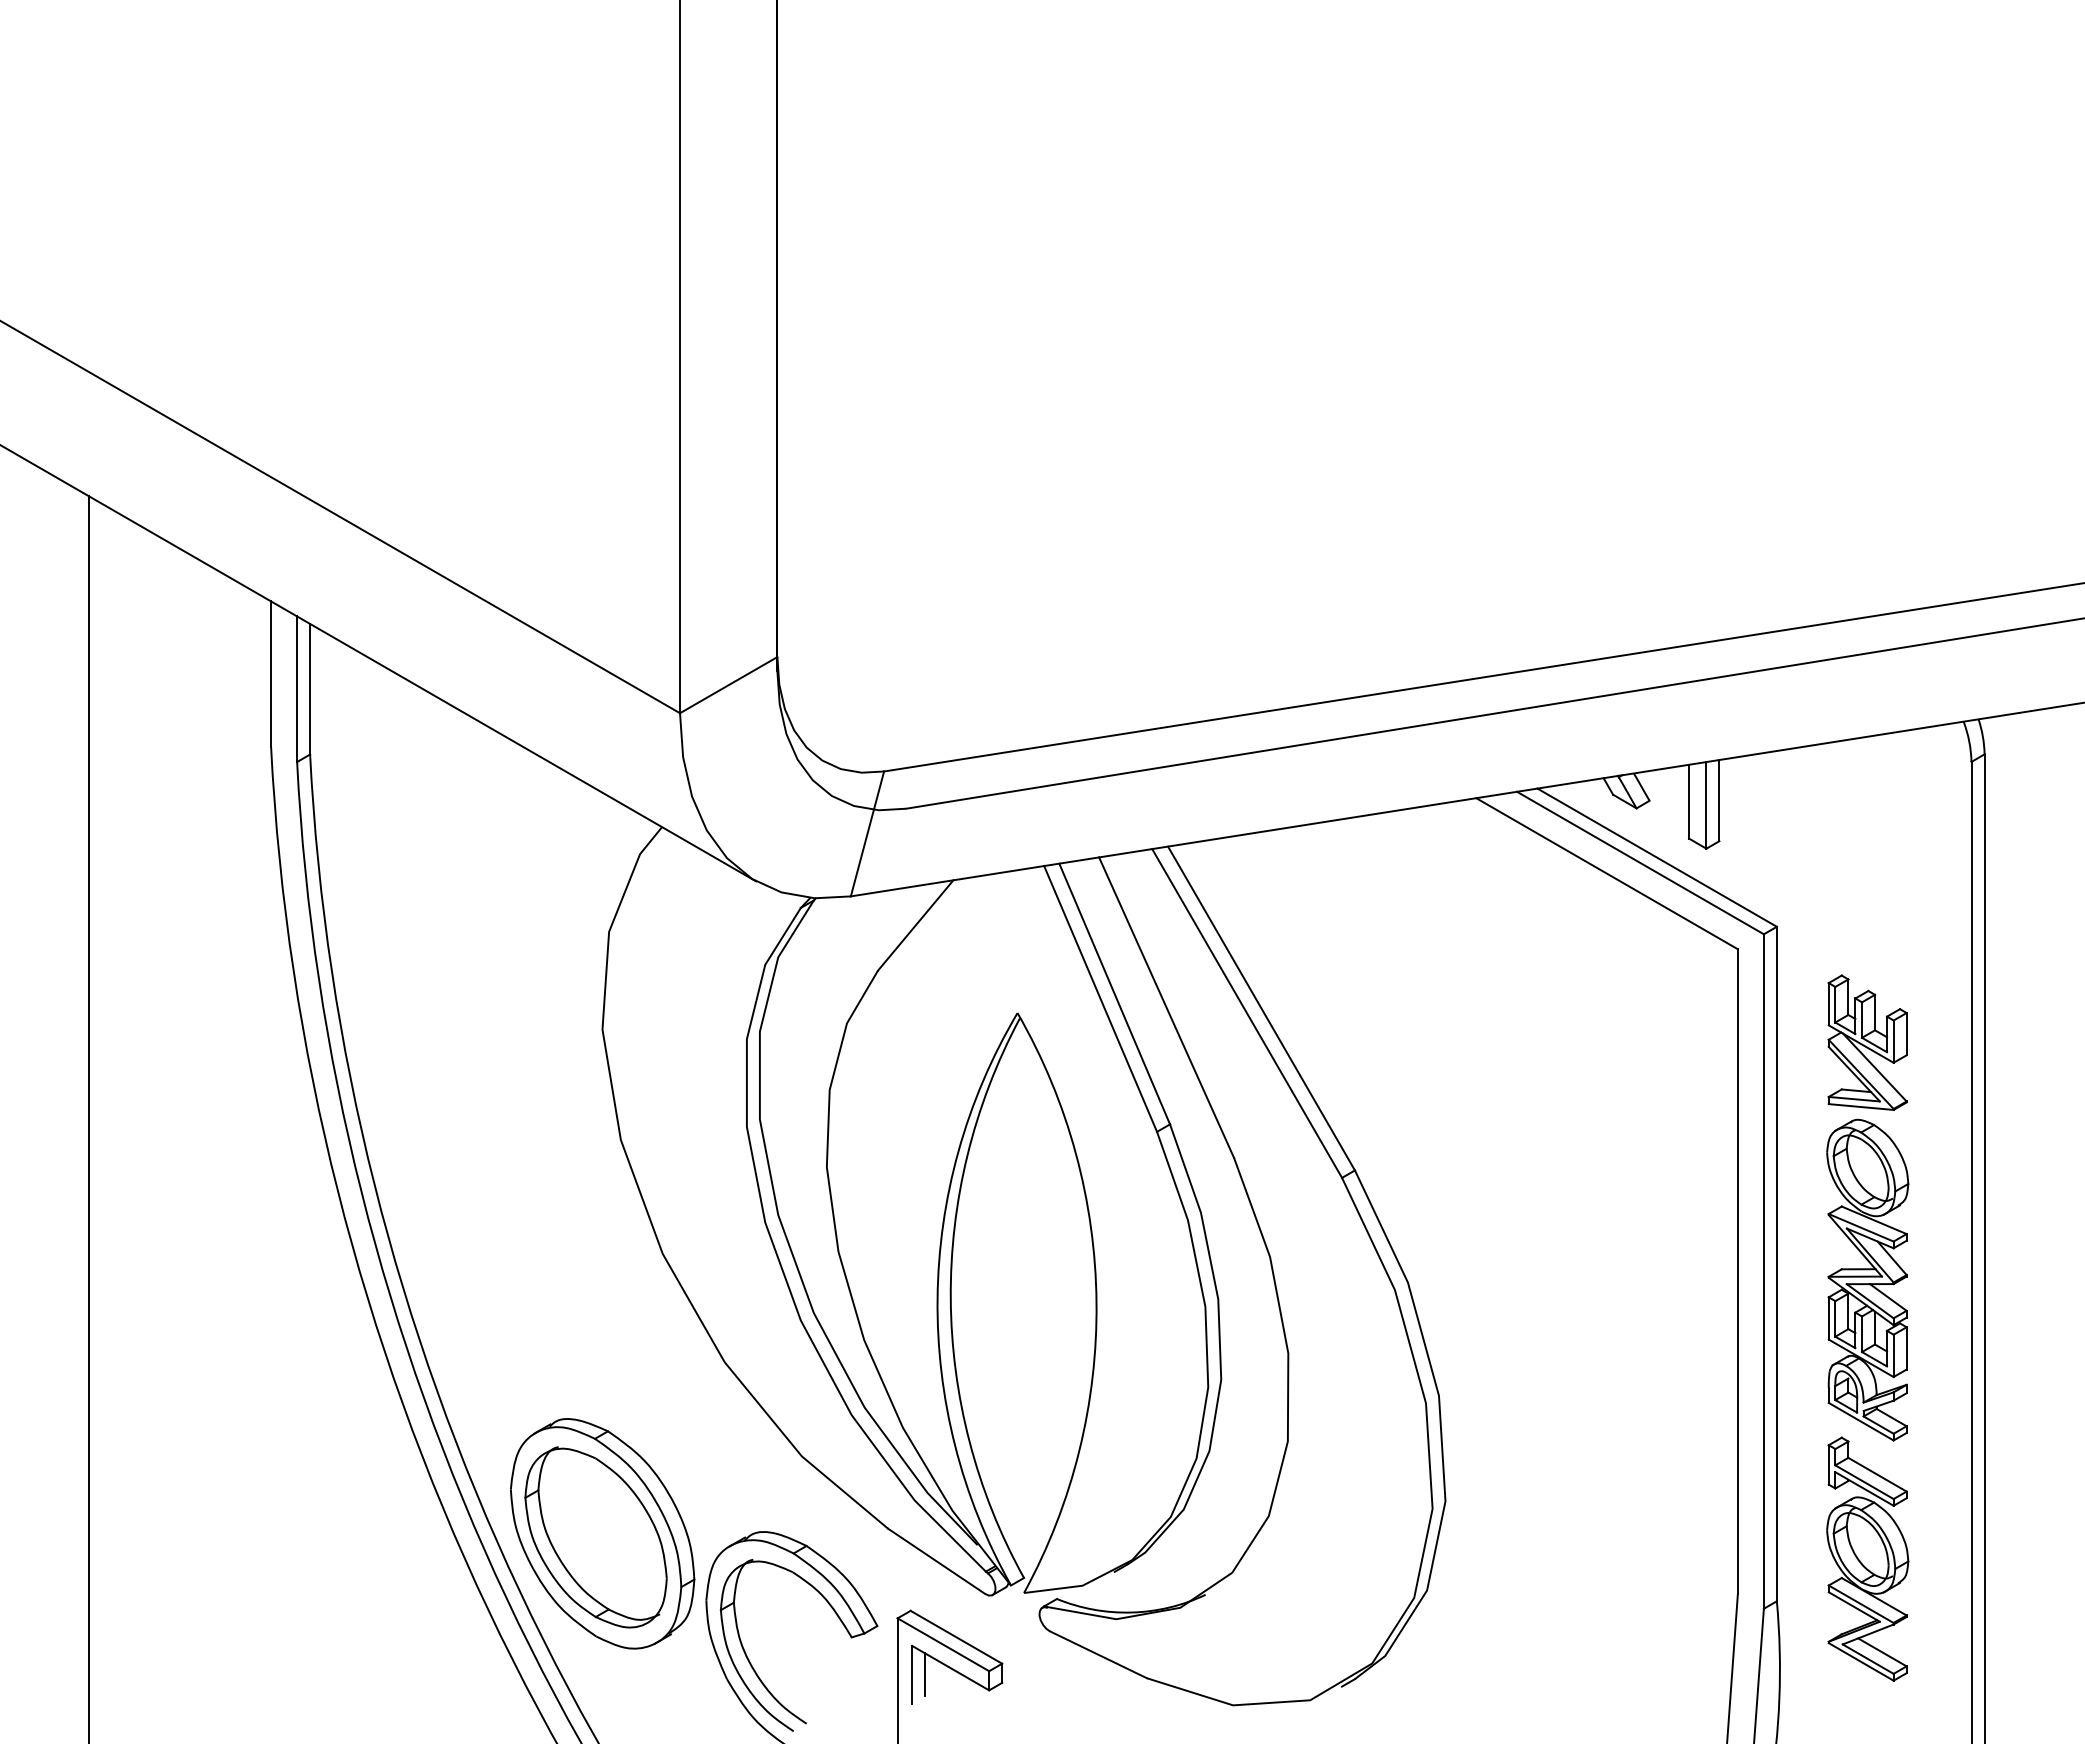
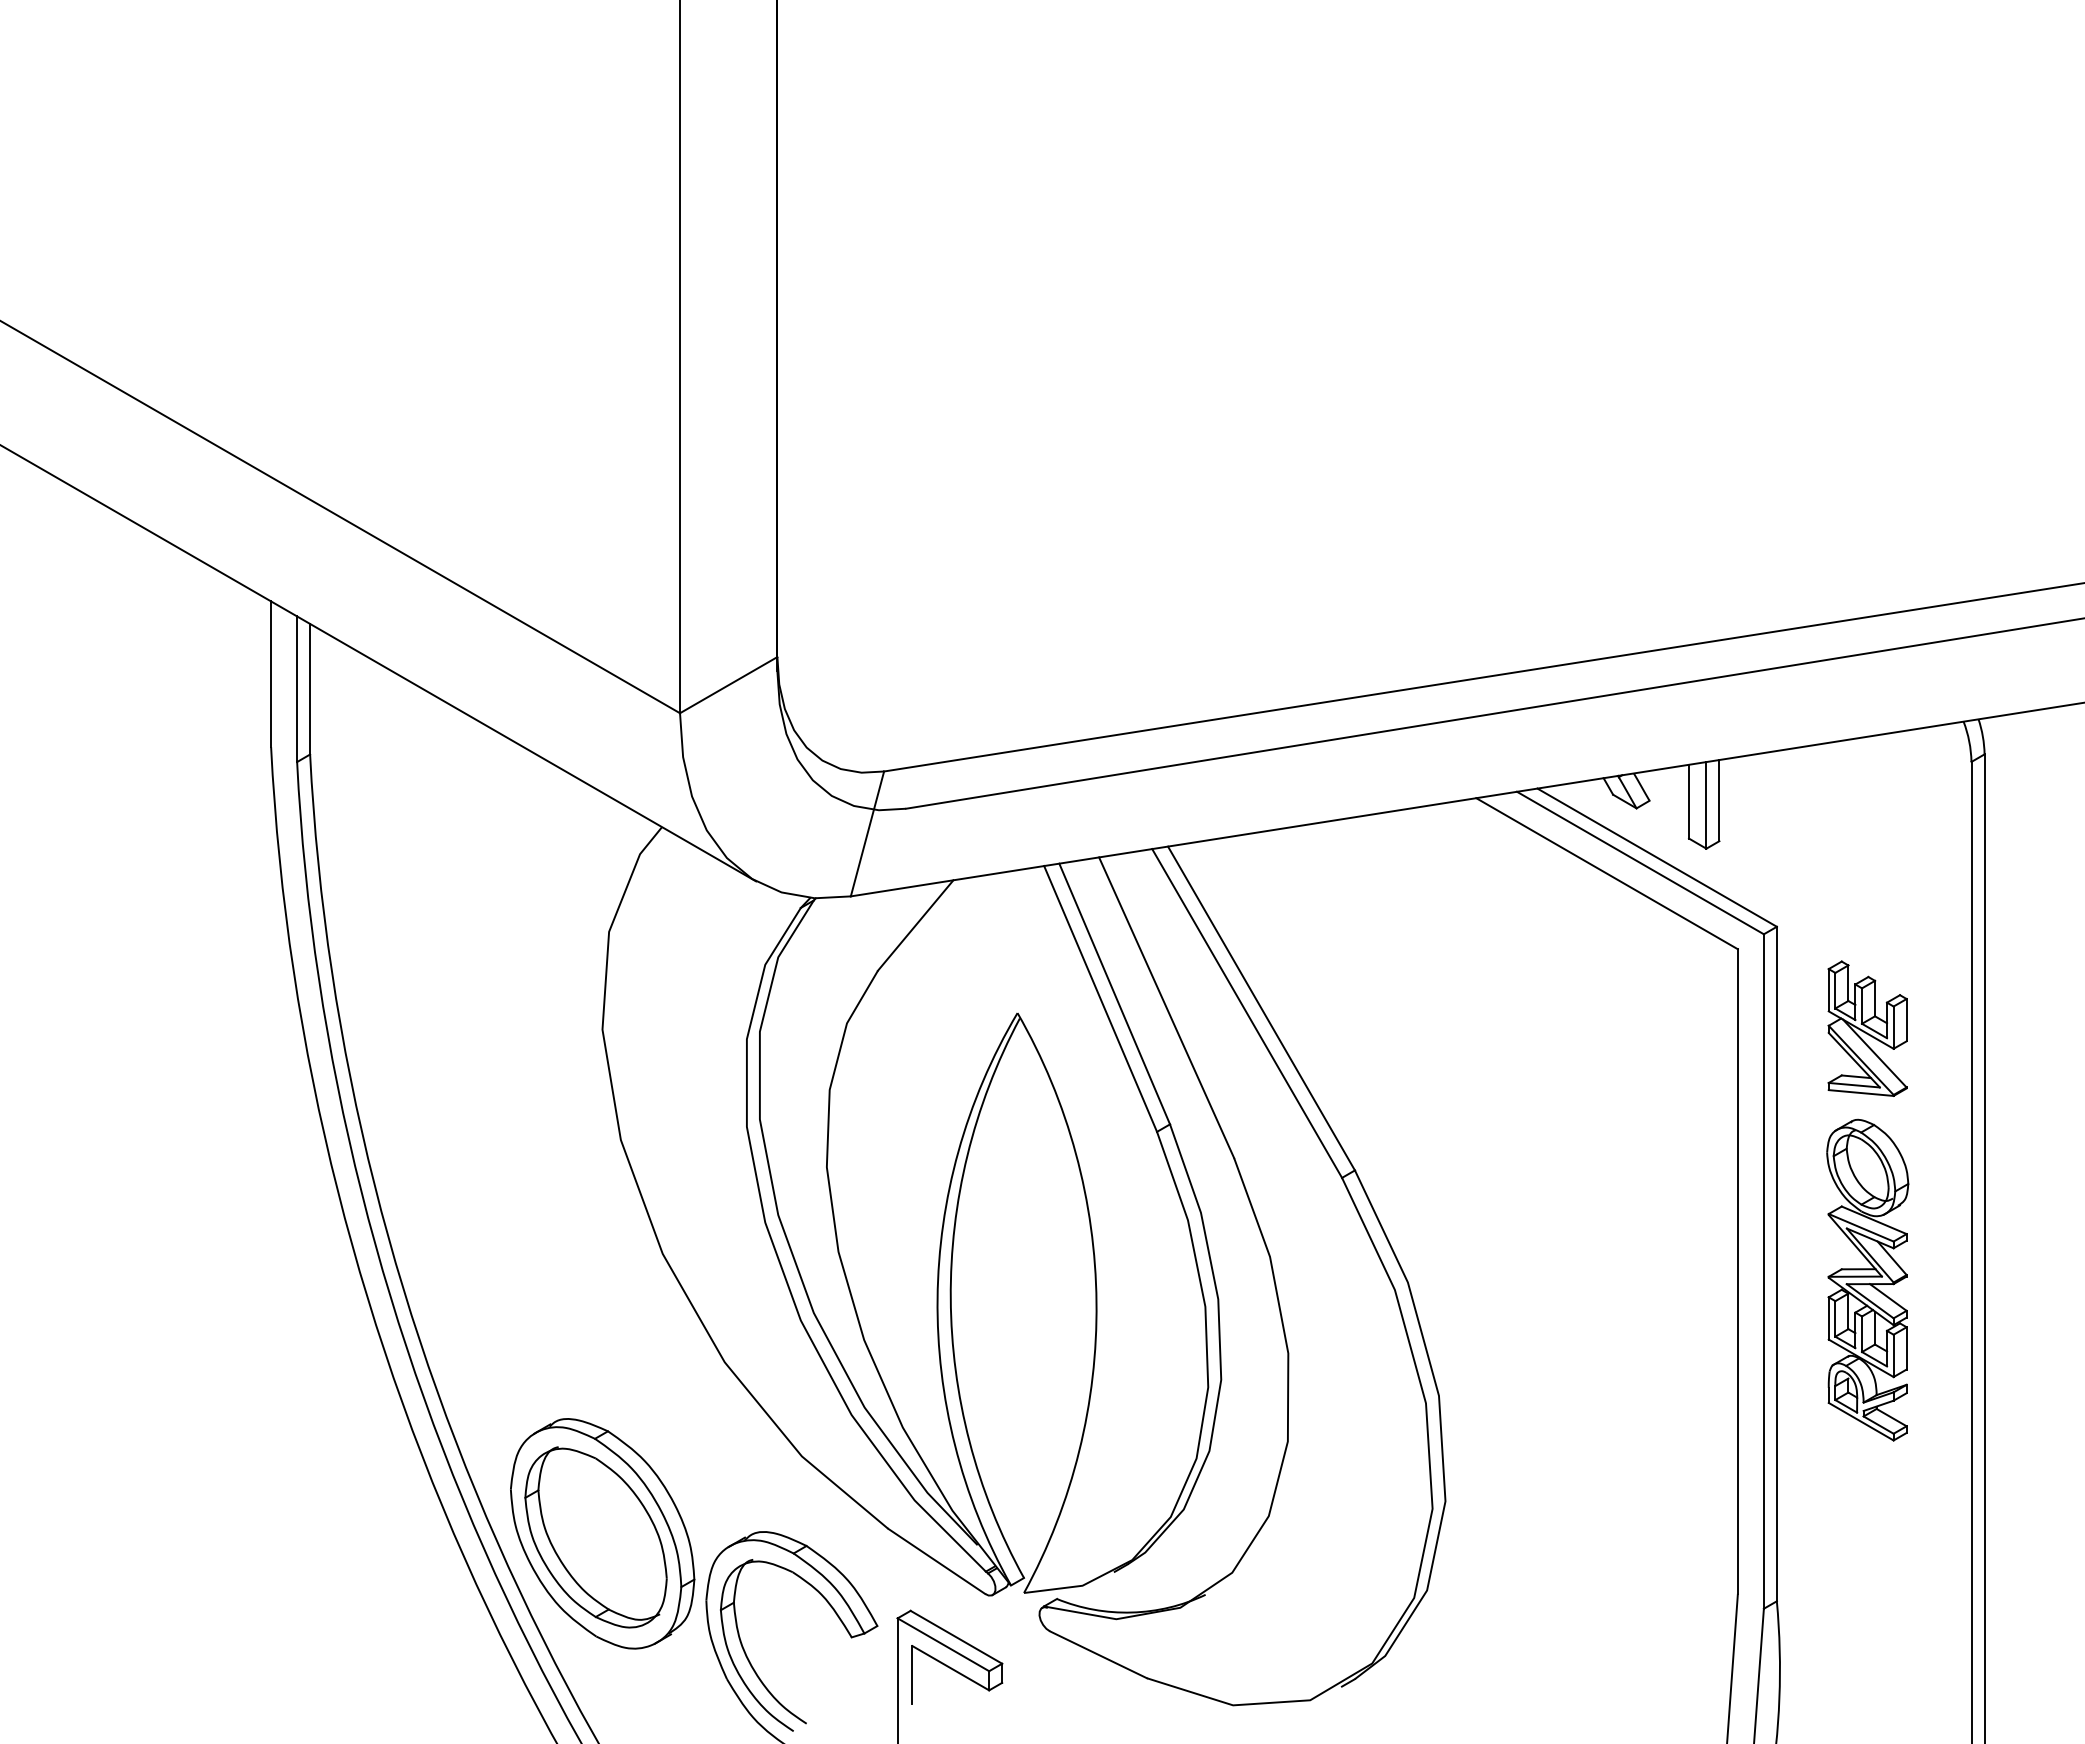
part at (1867, 1042) position: (1867, 1042) -> (1867, 1028)
line at (89, 1118): present -> none
part at (1867, 1558): present -> none
line at (925, 1674): present -> none
